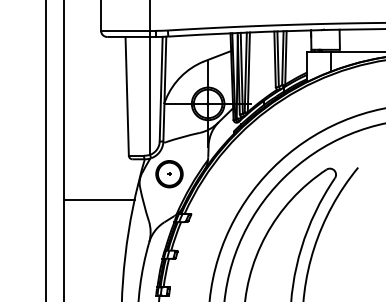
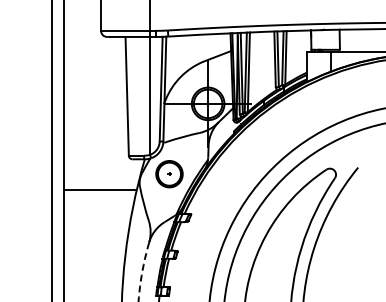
line at (46, 150) position: (46, 150) -> (52, 150)
line at (99, 200) position: (99, 200) -> (99, 190)
arc at (142, 272): solid -> dashed
